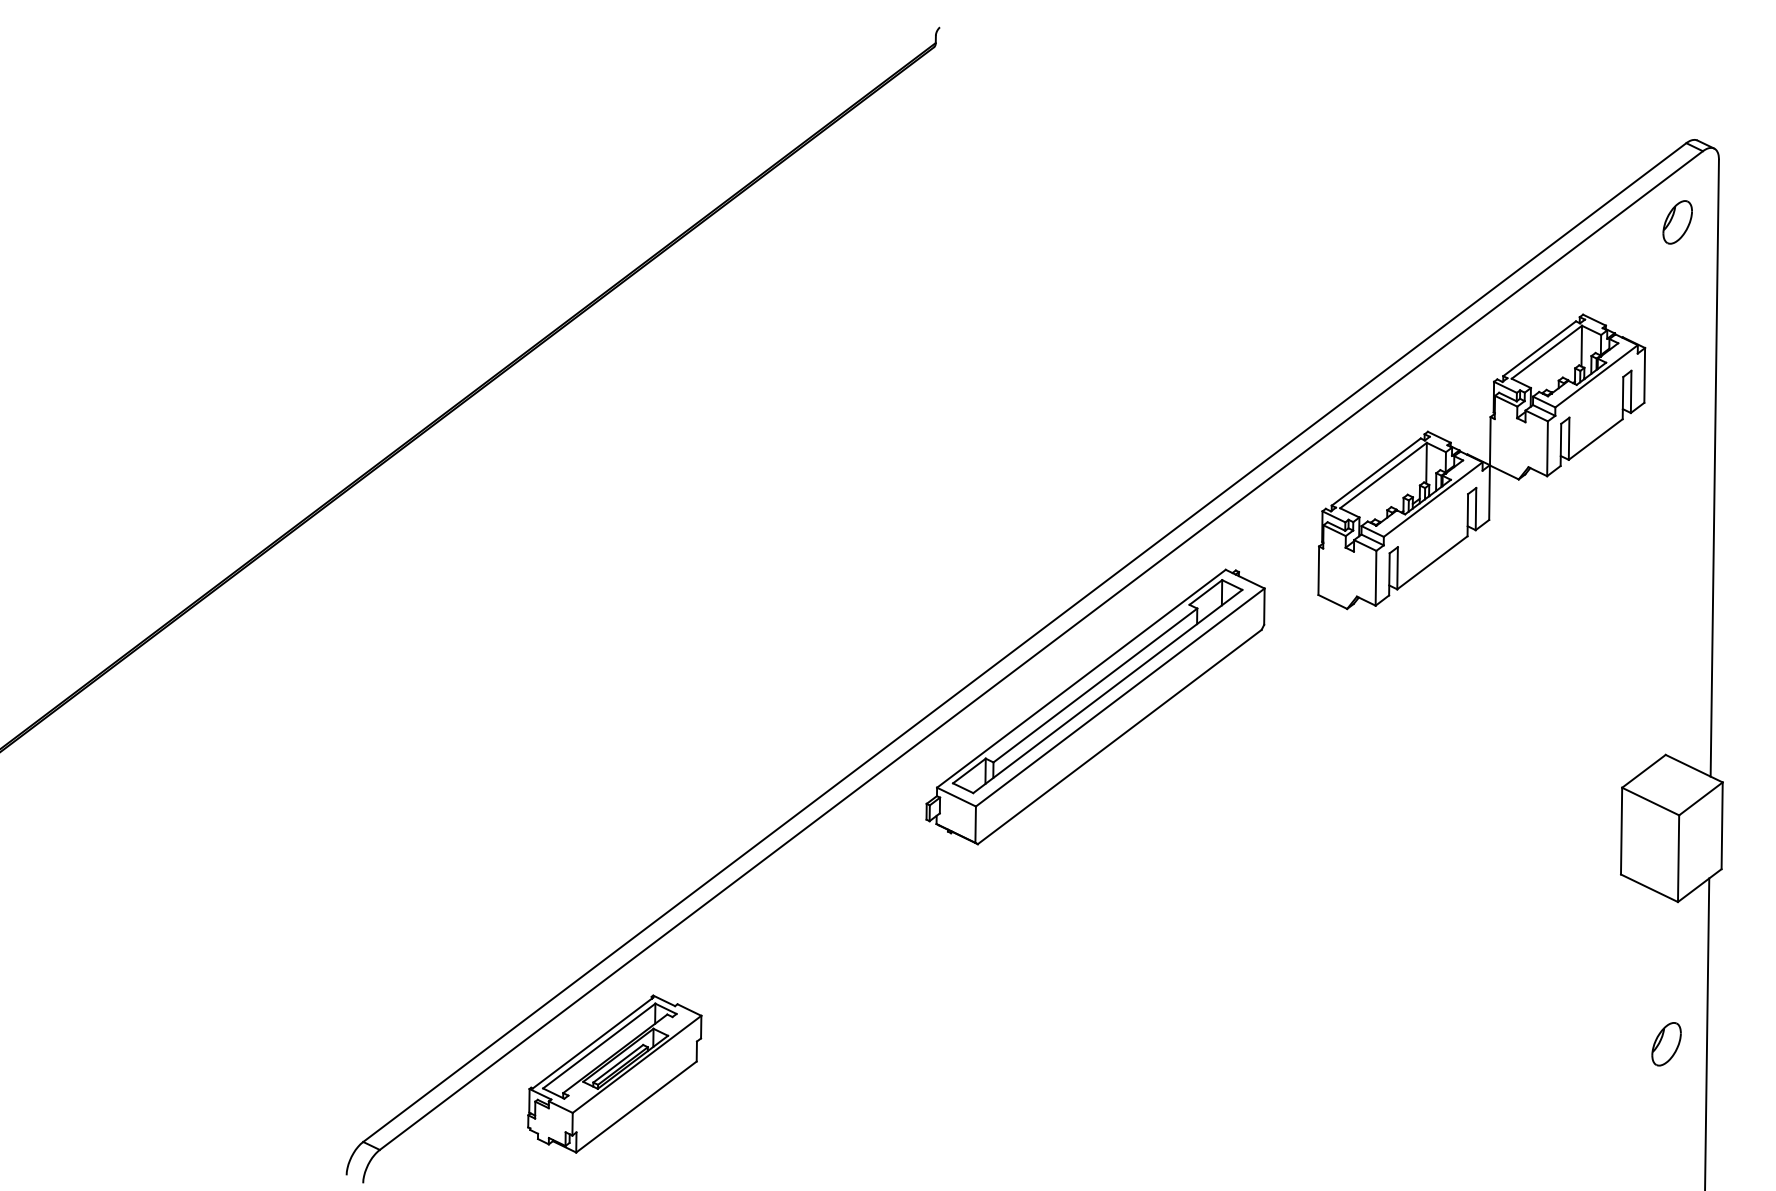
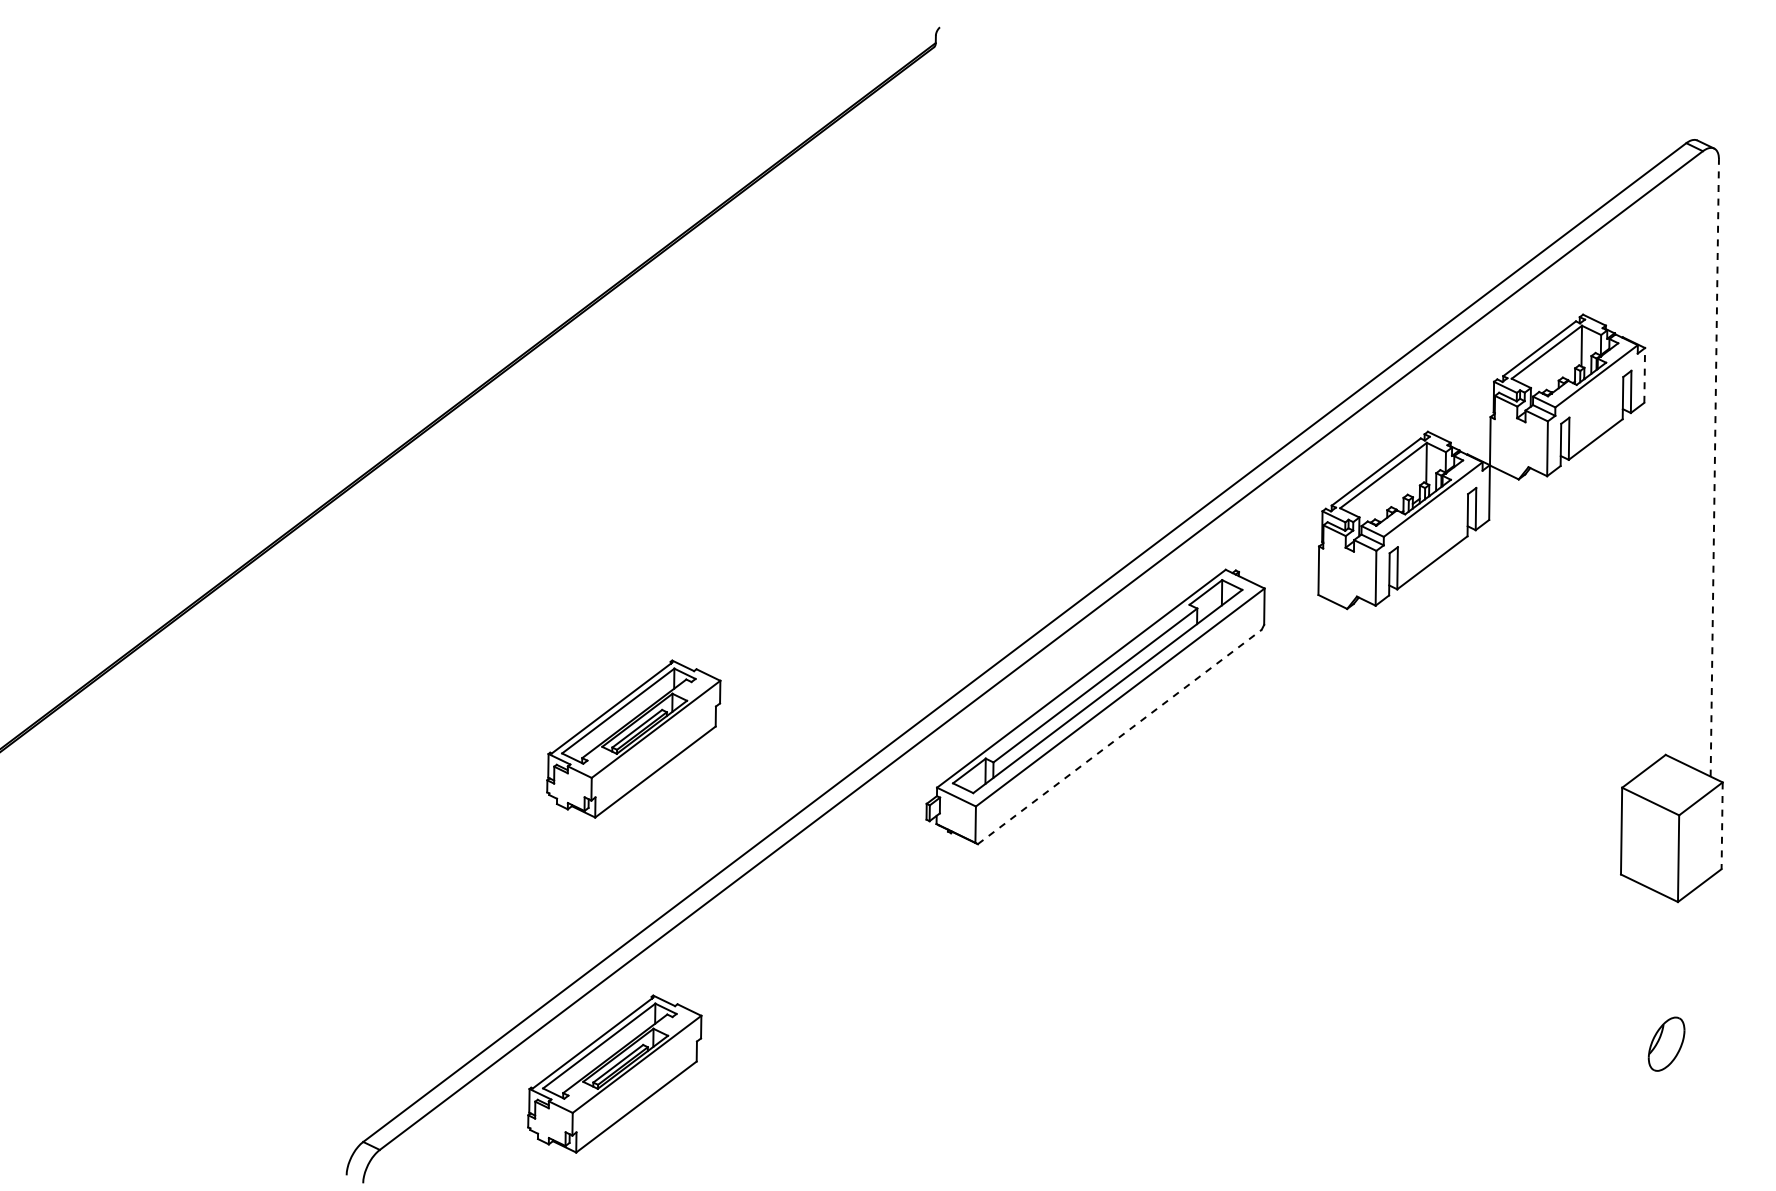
part at (1677, 222): present -> none
line at (1644, 374): solid -> dashed
line at (1714, 467): solid -> dashed
line at (1119, 737): solid -> dashed
part at (633, 738): none -> present
line at (1722, 826): solid -> dashed
line at (1707, 1032): present -> none
part at (1666, 1044) size: 31x45 px -> 39x56 px
